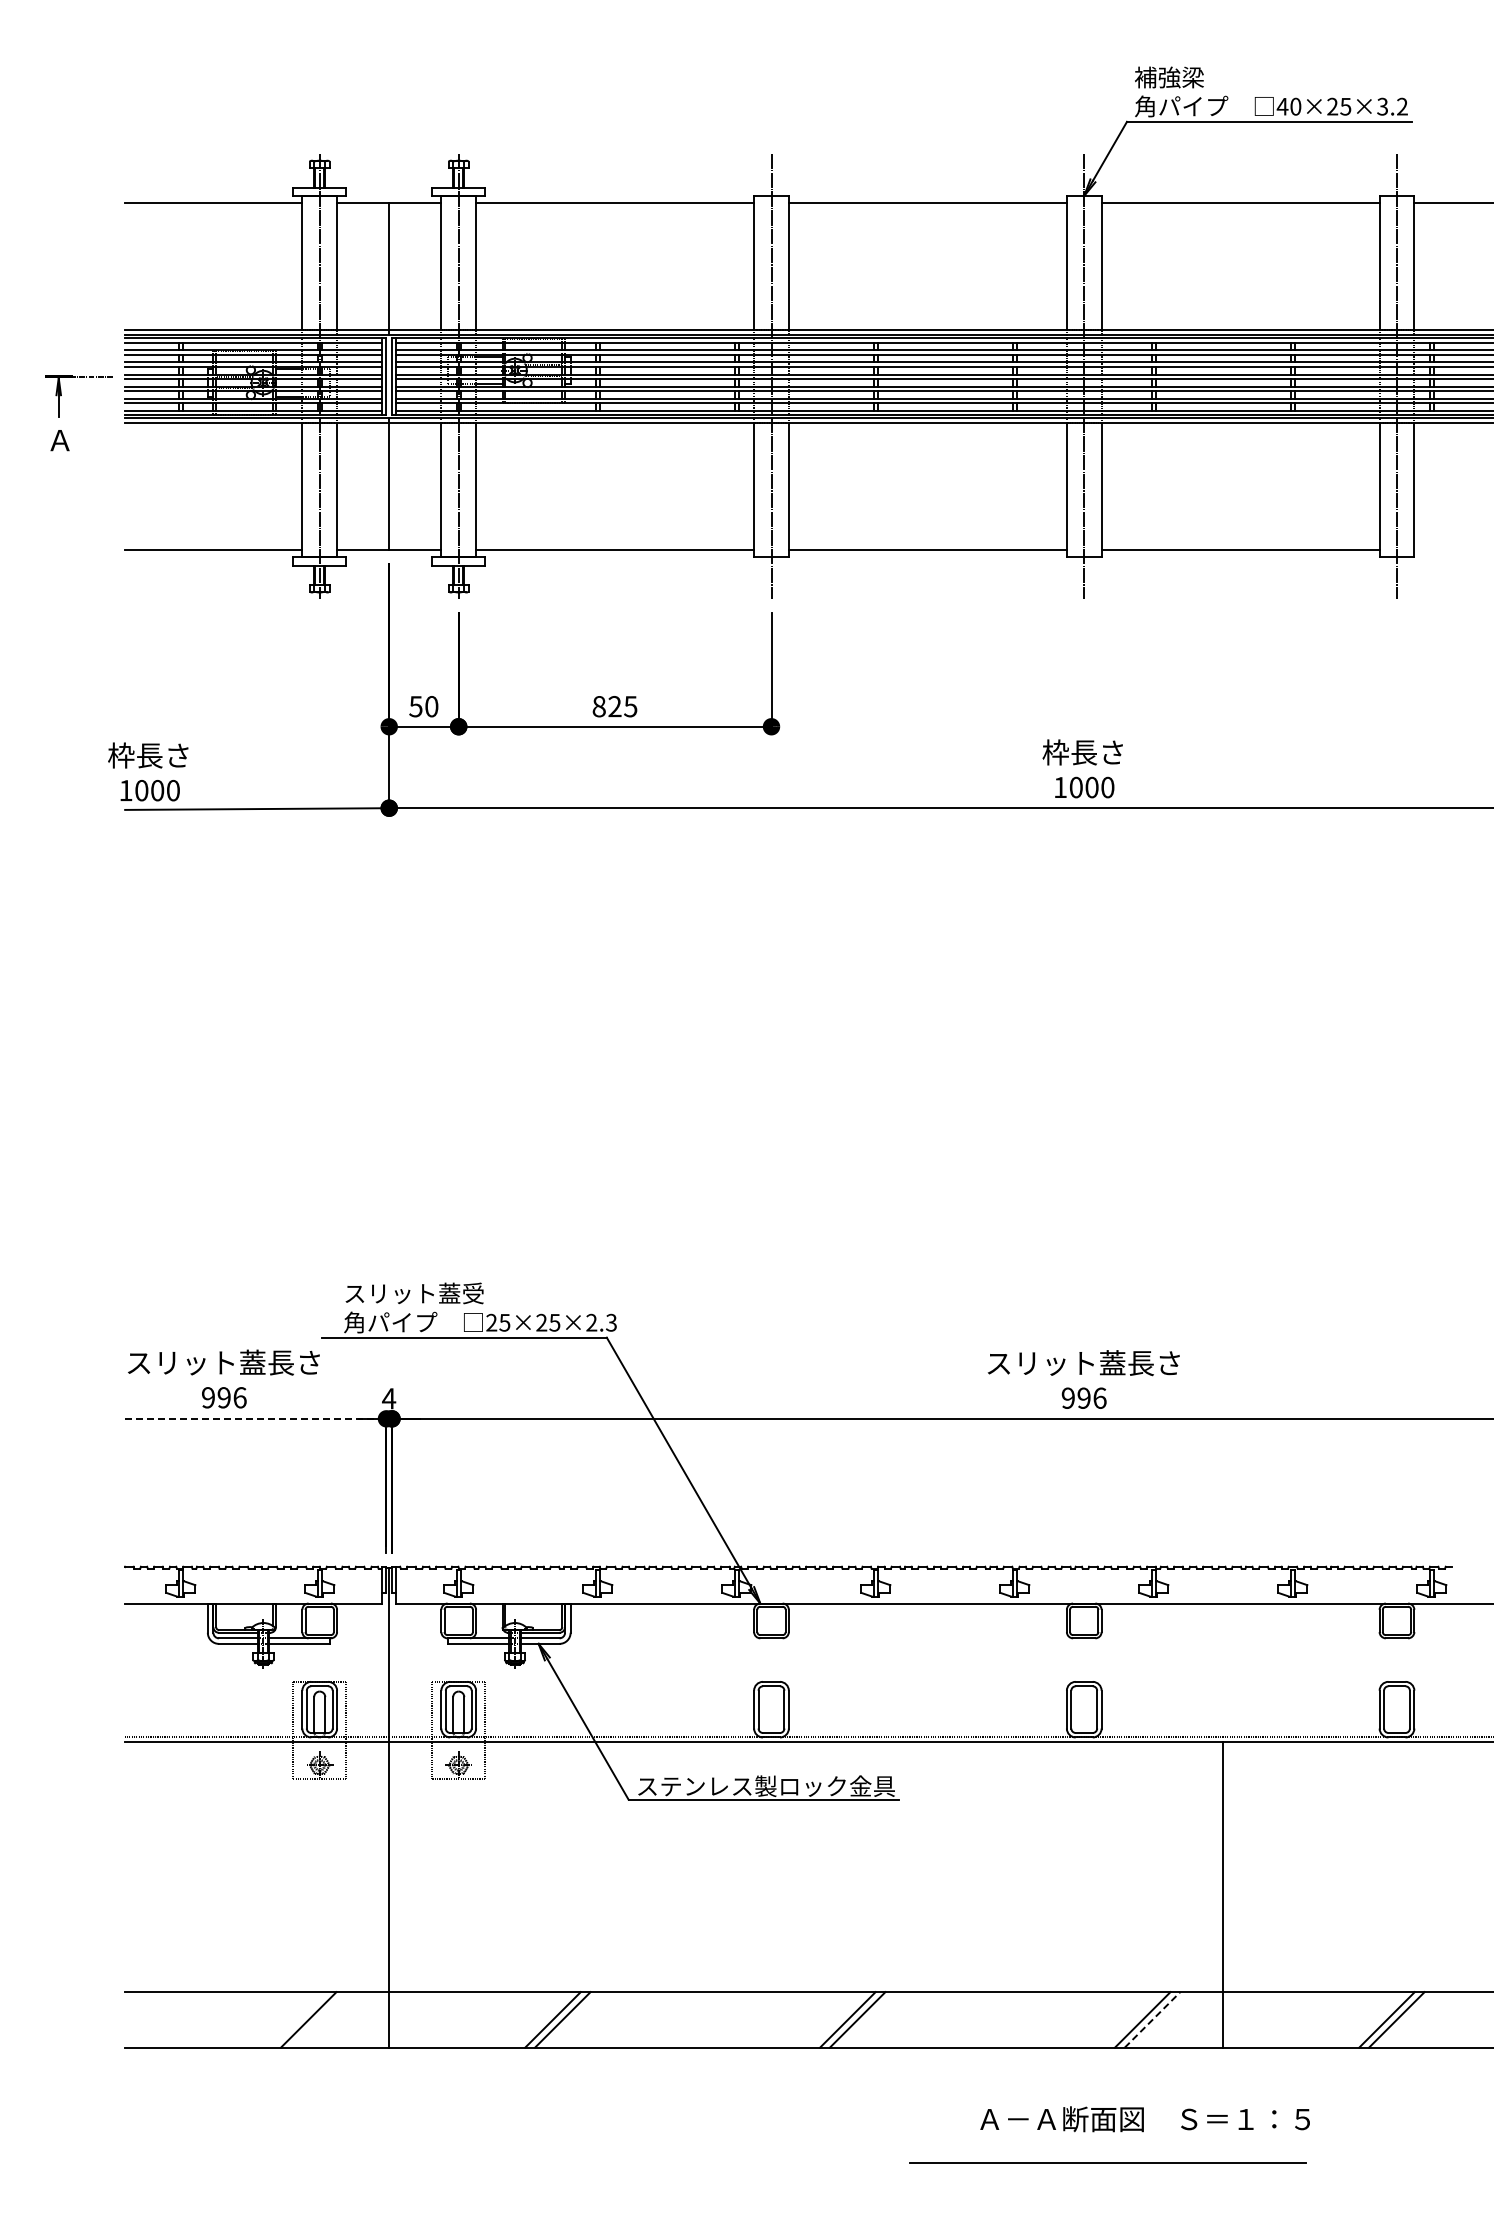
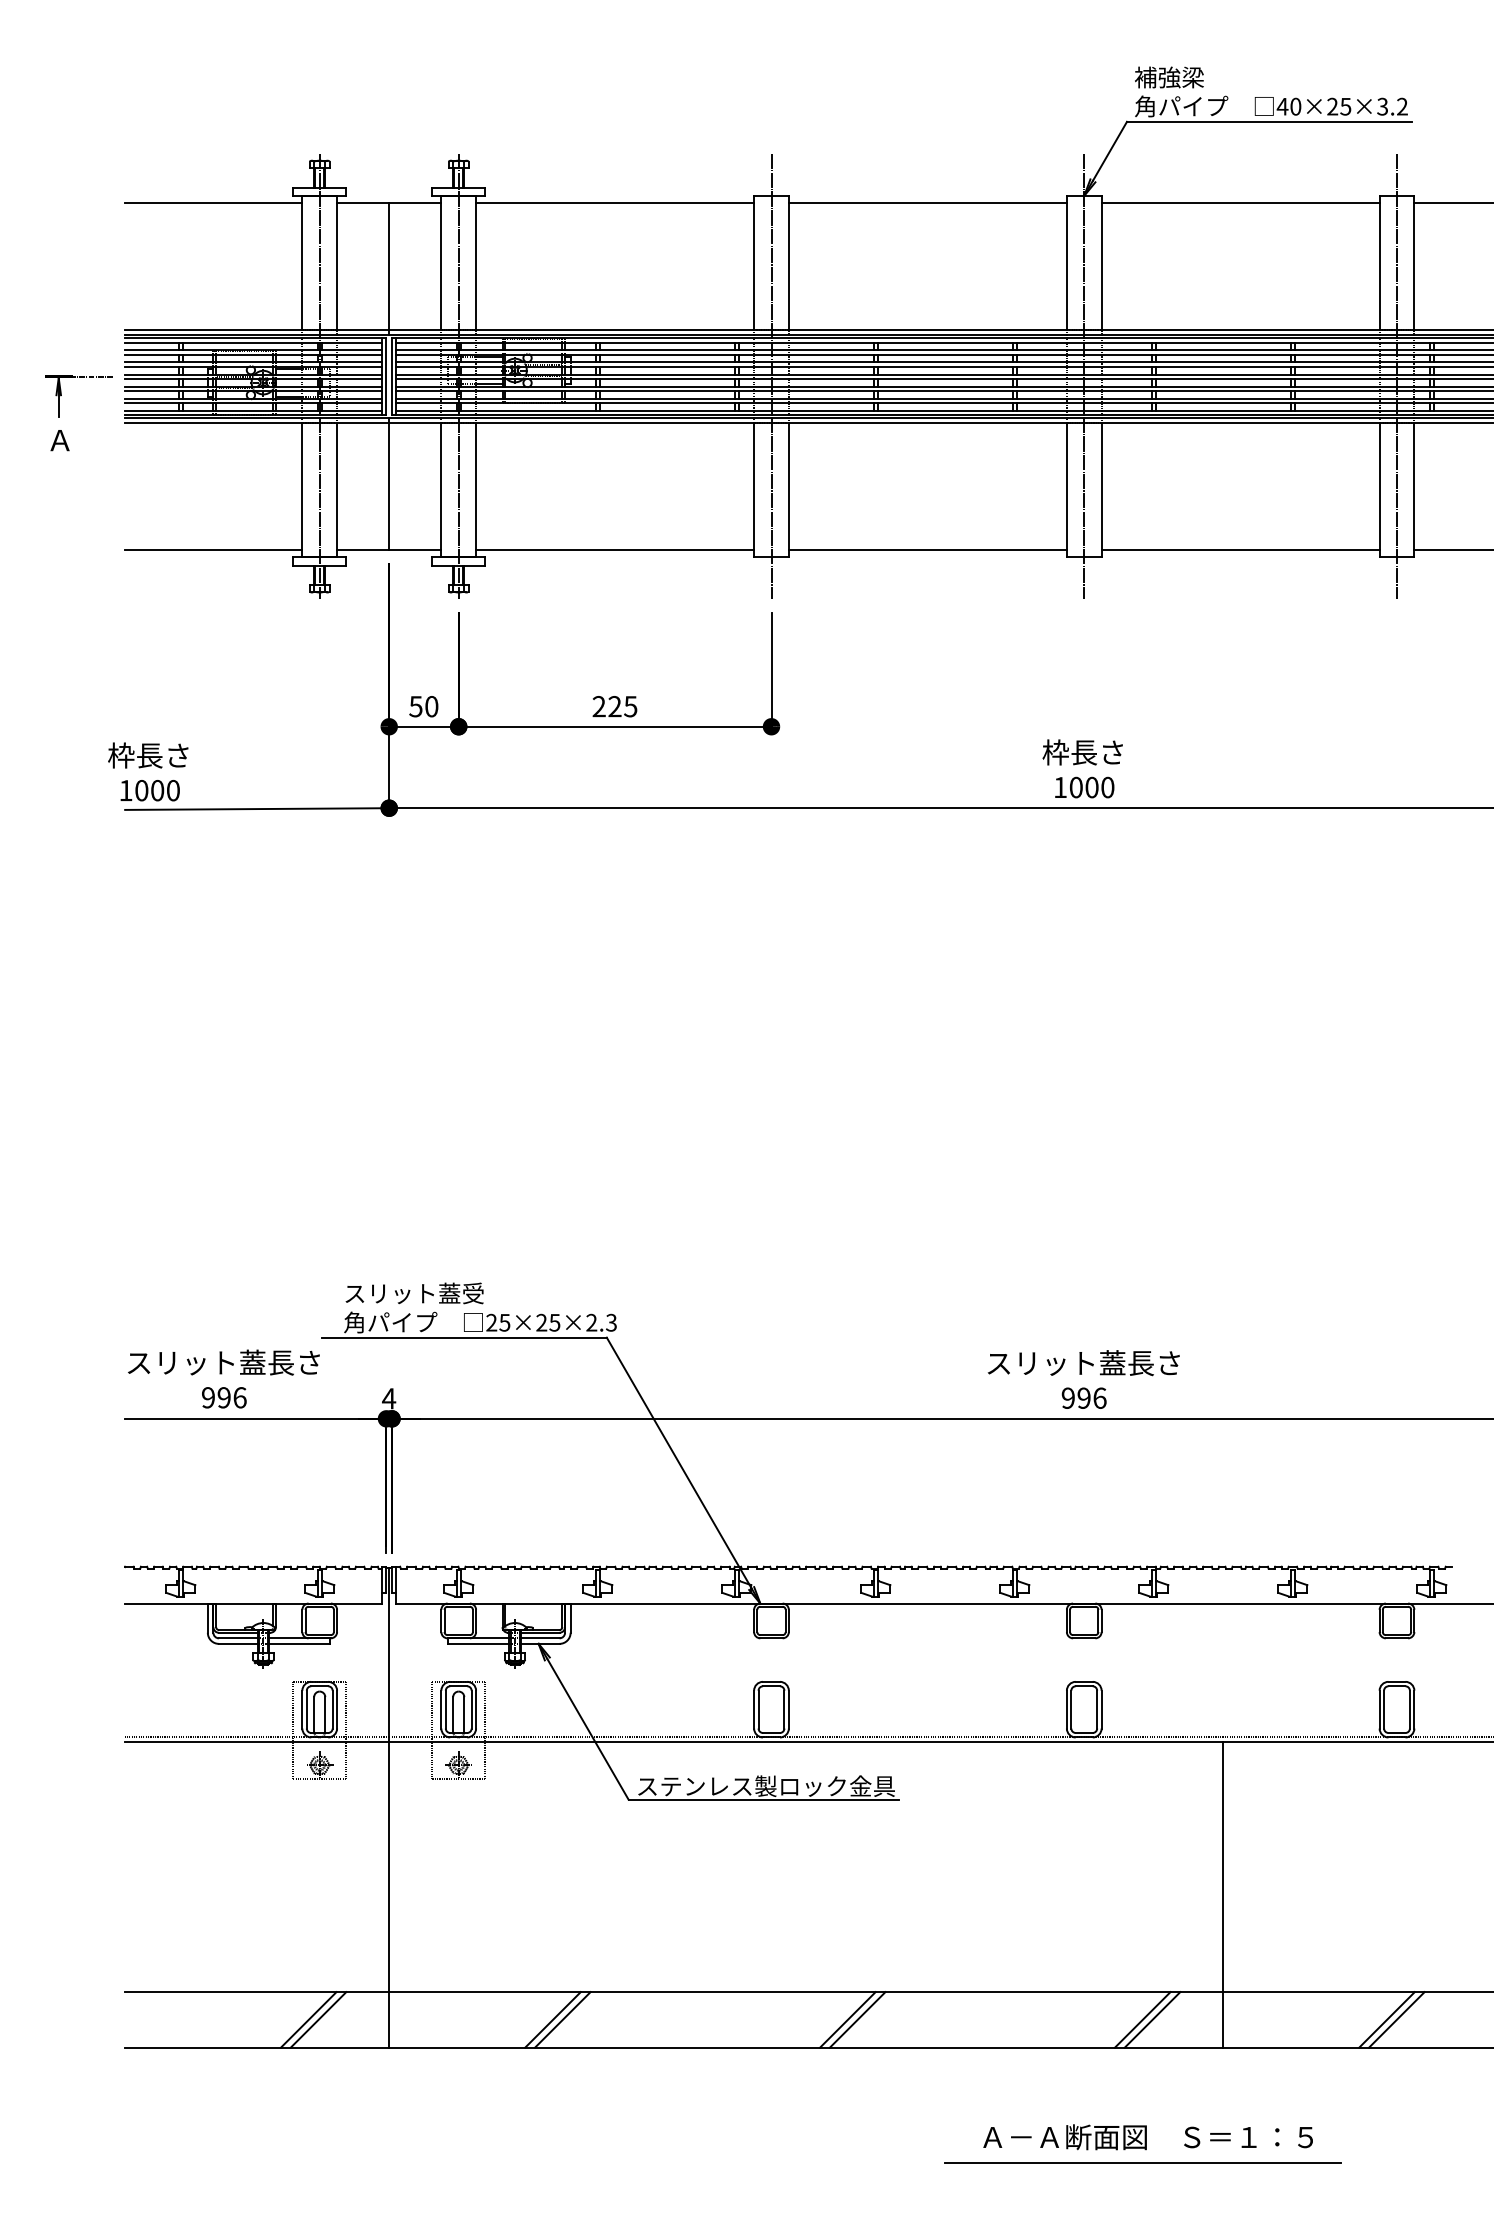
line at (1452, 550): none -> present
text at (598, 706): 825 -> 225
line at (258, 1418): dashed -> solid
line at (318, 2019): none -> present
line at (1152, 2019): dashed -> solid
text at (1144, 2119) position: (1144, 2119) -> (1147, 2137)
line at (1107, 2162) position: (1107, 2162) -> (1142, 2162)
